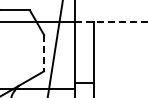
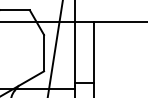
line at (111, 21): dashed -> solid
line at (44, 53): dashed -> solid
